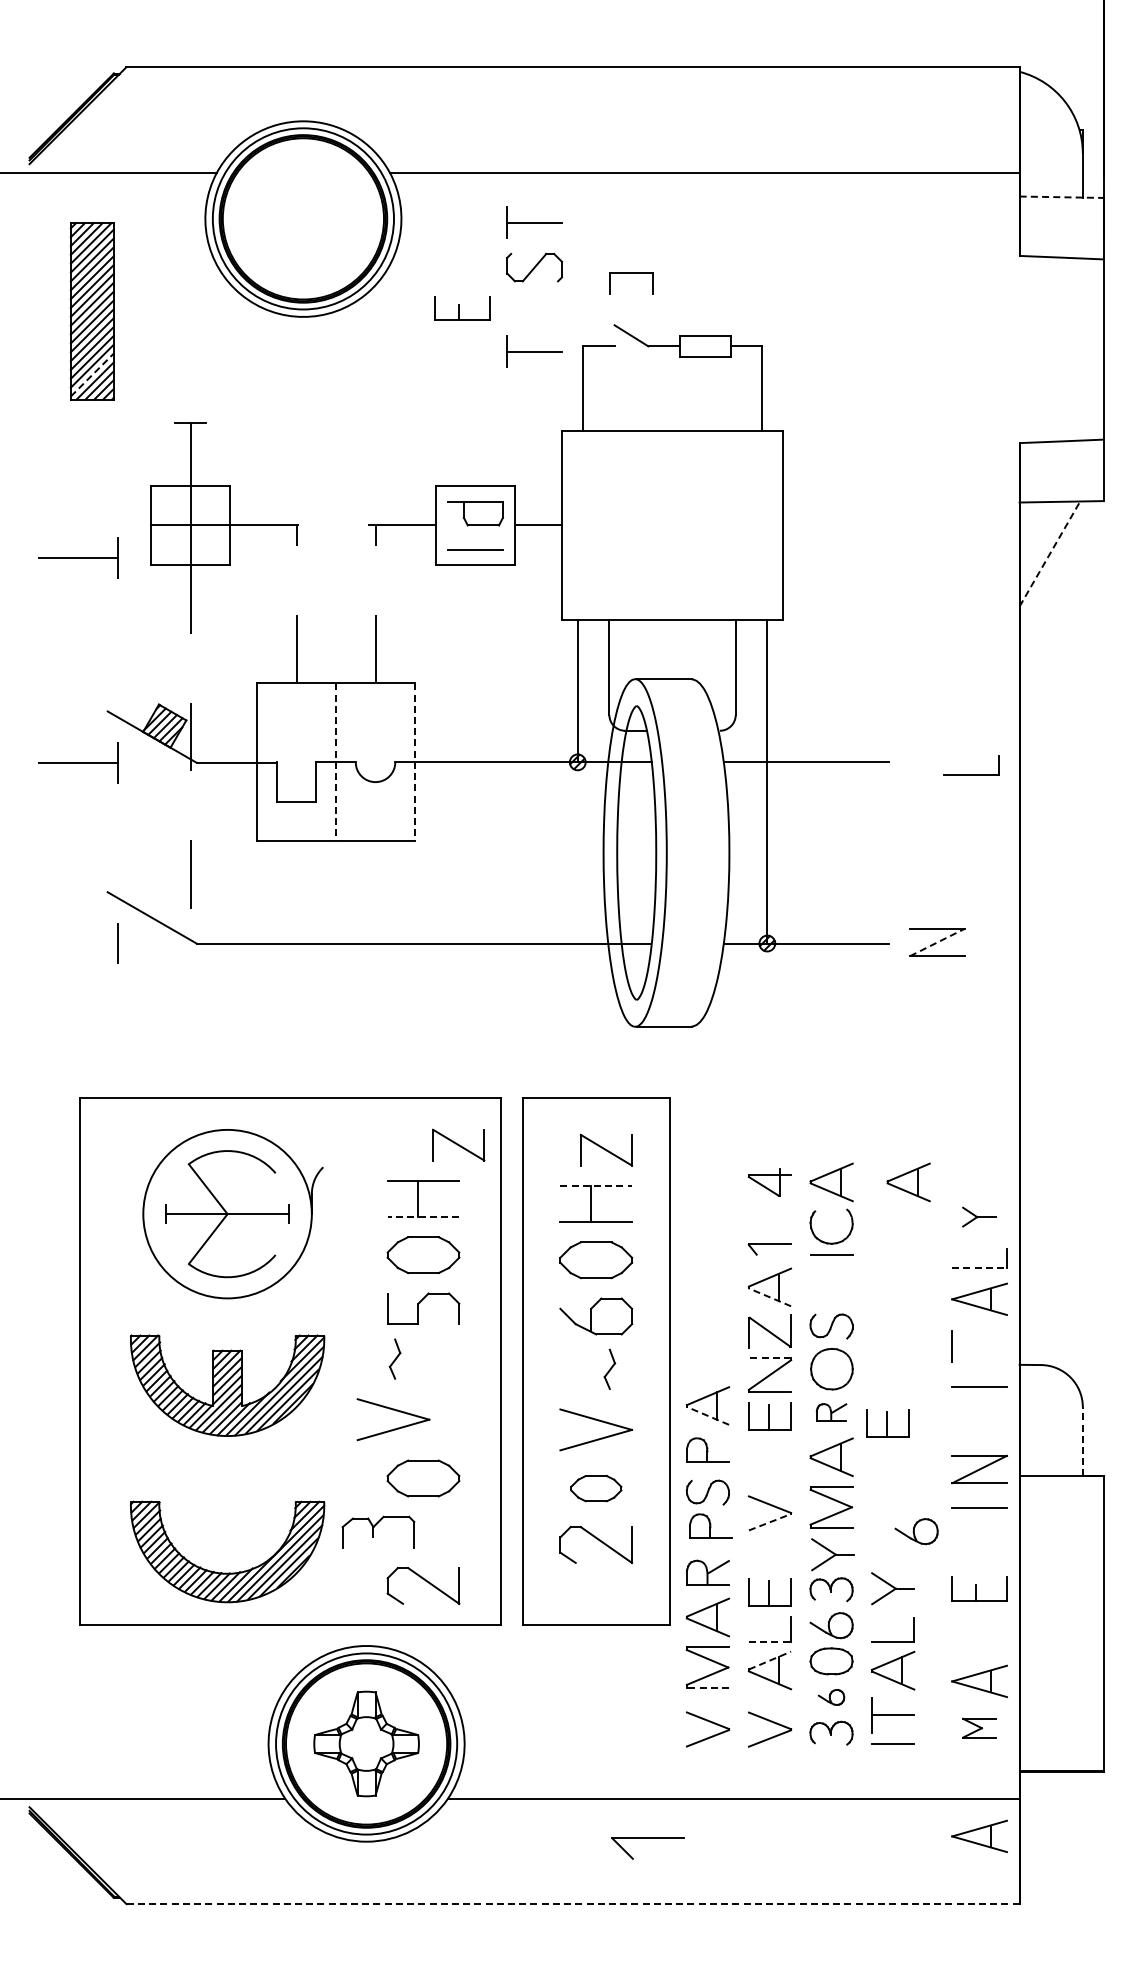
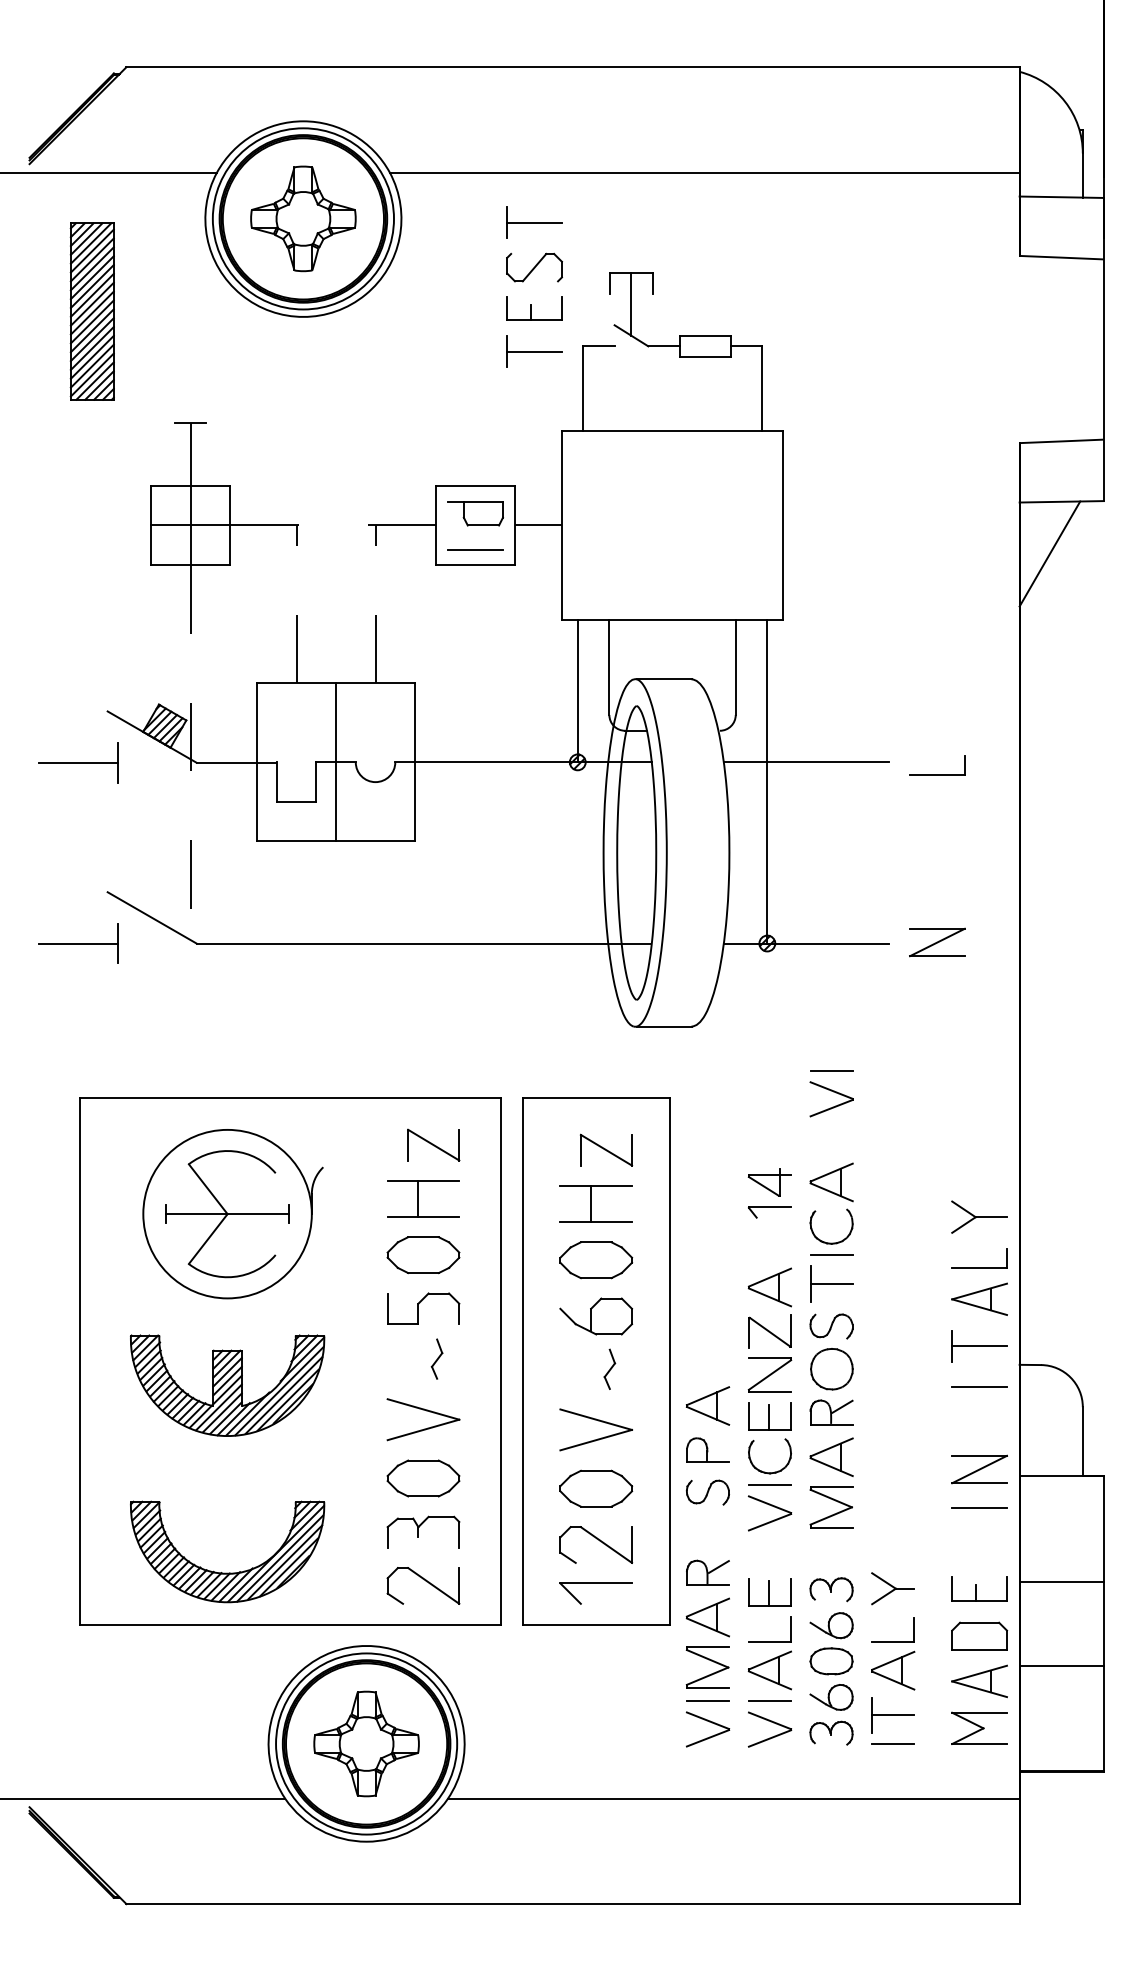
line at (1062, 197): dashed -> solid
part at (303, 218): none -> present
line at (631, 303): none -> present
part at (462, 308) position: (462, 308) -> (534, 308)
line at (92, 374): dashed -> solid
line at (1049, 553): dashed -> solid
part at (78, 557): present -> none
line at (336, 762): dashed -> solid
line at (415, 762): dashed -> solid
part at (971, 774) position: (971, 774) -> (937, 774)
line at (937, 942): dashed -> solid
line at (77, 943): none -> present
line at (831, 1070): none -> present
part at (832, 1106): none -> present
part at (458, 1144) position: (458, 1144) -> (433, 1144)
part at (908, 1182): present -> none
line at (596, 1186): dashed -> solid
line at (423, 1216): dashed -> solid
part at (979, 1216) size: 35x22 px -> 57x34 px
part at (769, 1249) position: (769, 1249) -> (769, 1212)
line at (980, 1268): dashed -> solid
part at (831, 1283): none -> present
line at (770, 1297): dashed -> solid
line at (979, 1346): none -> present
part at (394, 1358) position: (394, 1358) -> (436, 1358)
line at (769, 1358): dashed -> solid
part at (396, 1411) position: (396, 1411) -> (426, 1411)
part at (831, 1412) size: 32x19 px -> 45x27 px
line at (707, 1415): dashed -> solid
part at (887, 1423): present -> none
line at (1082, 1441): dashed -> solid
part at (765, 1471): none -> present
line at (769, 1484): none -> present
part at (596, 1488) size: 53x28 px -> 75x39 px
line at (770, 1522): dashed -> solid
part at (710, 1525): present -> none
part at (378, 1531) position: (378, 1531) -> (423, 1531)
part at (916, 1531): present -> none
part at (832, 1554): present -> none
line at (1061, 1581): none -> present
part at (979, 1635): none -> present
line at (770, 1641): dashed -> solid
line at (770, 1660): dashed -> solid
line at (1061, 1666): none -> present
line at (707, 1687): dashed -> solid
part at (831, 1697) size: 28x17 px -> 45x27 px
line at (707, 1700): none -> present
line at (769, 1700): none -> present
part at (979, 1727) size: 35x22 px -> 57x34 px
part at (979, 1836): present -> none
part at (647, 1838) position: (647, 1838) -> (595, 1583)
line at (573, 1904): dashed -> solid
